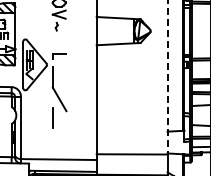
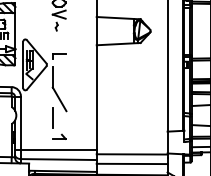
line at (167, 79): dashed -> solid
part at (59, 136): none -> present
line at (55, 150): none -> present
line at (131, 163): none -> present
